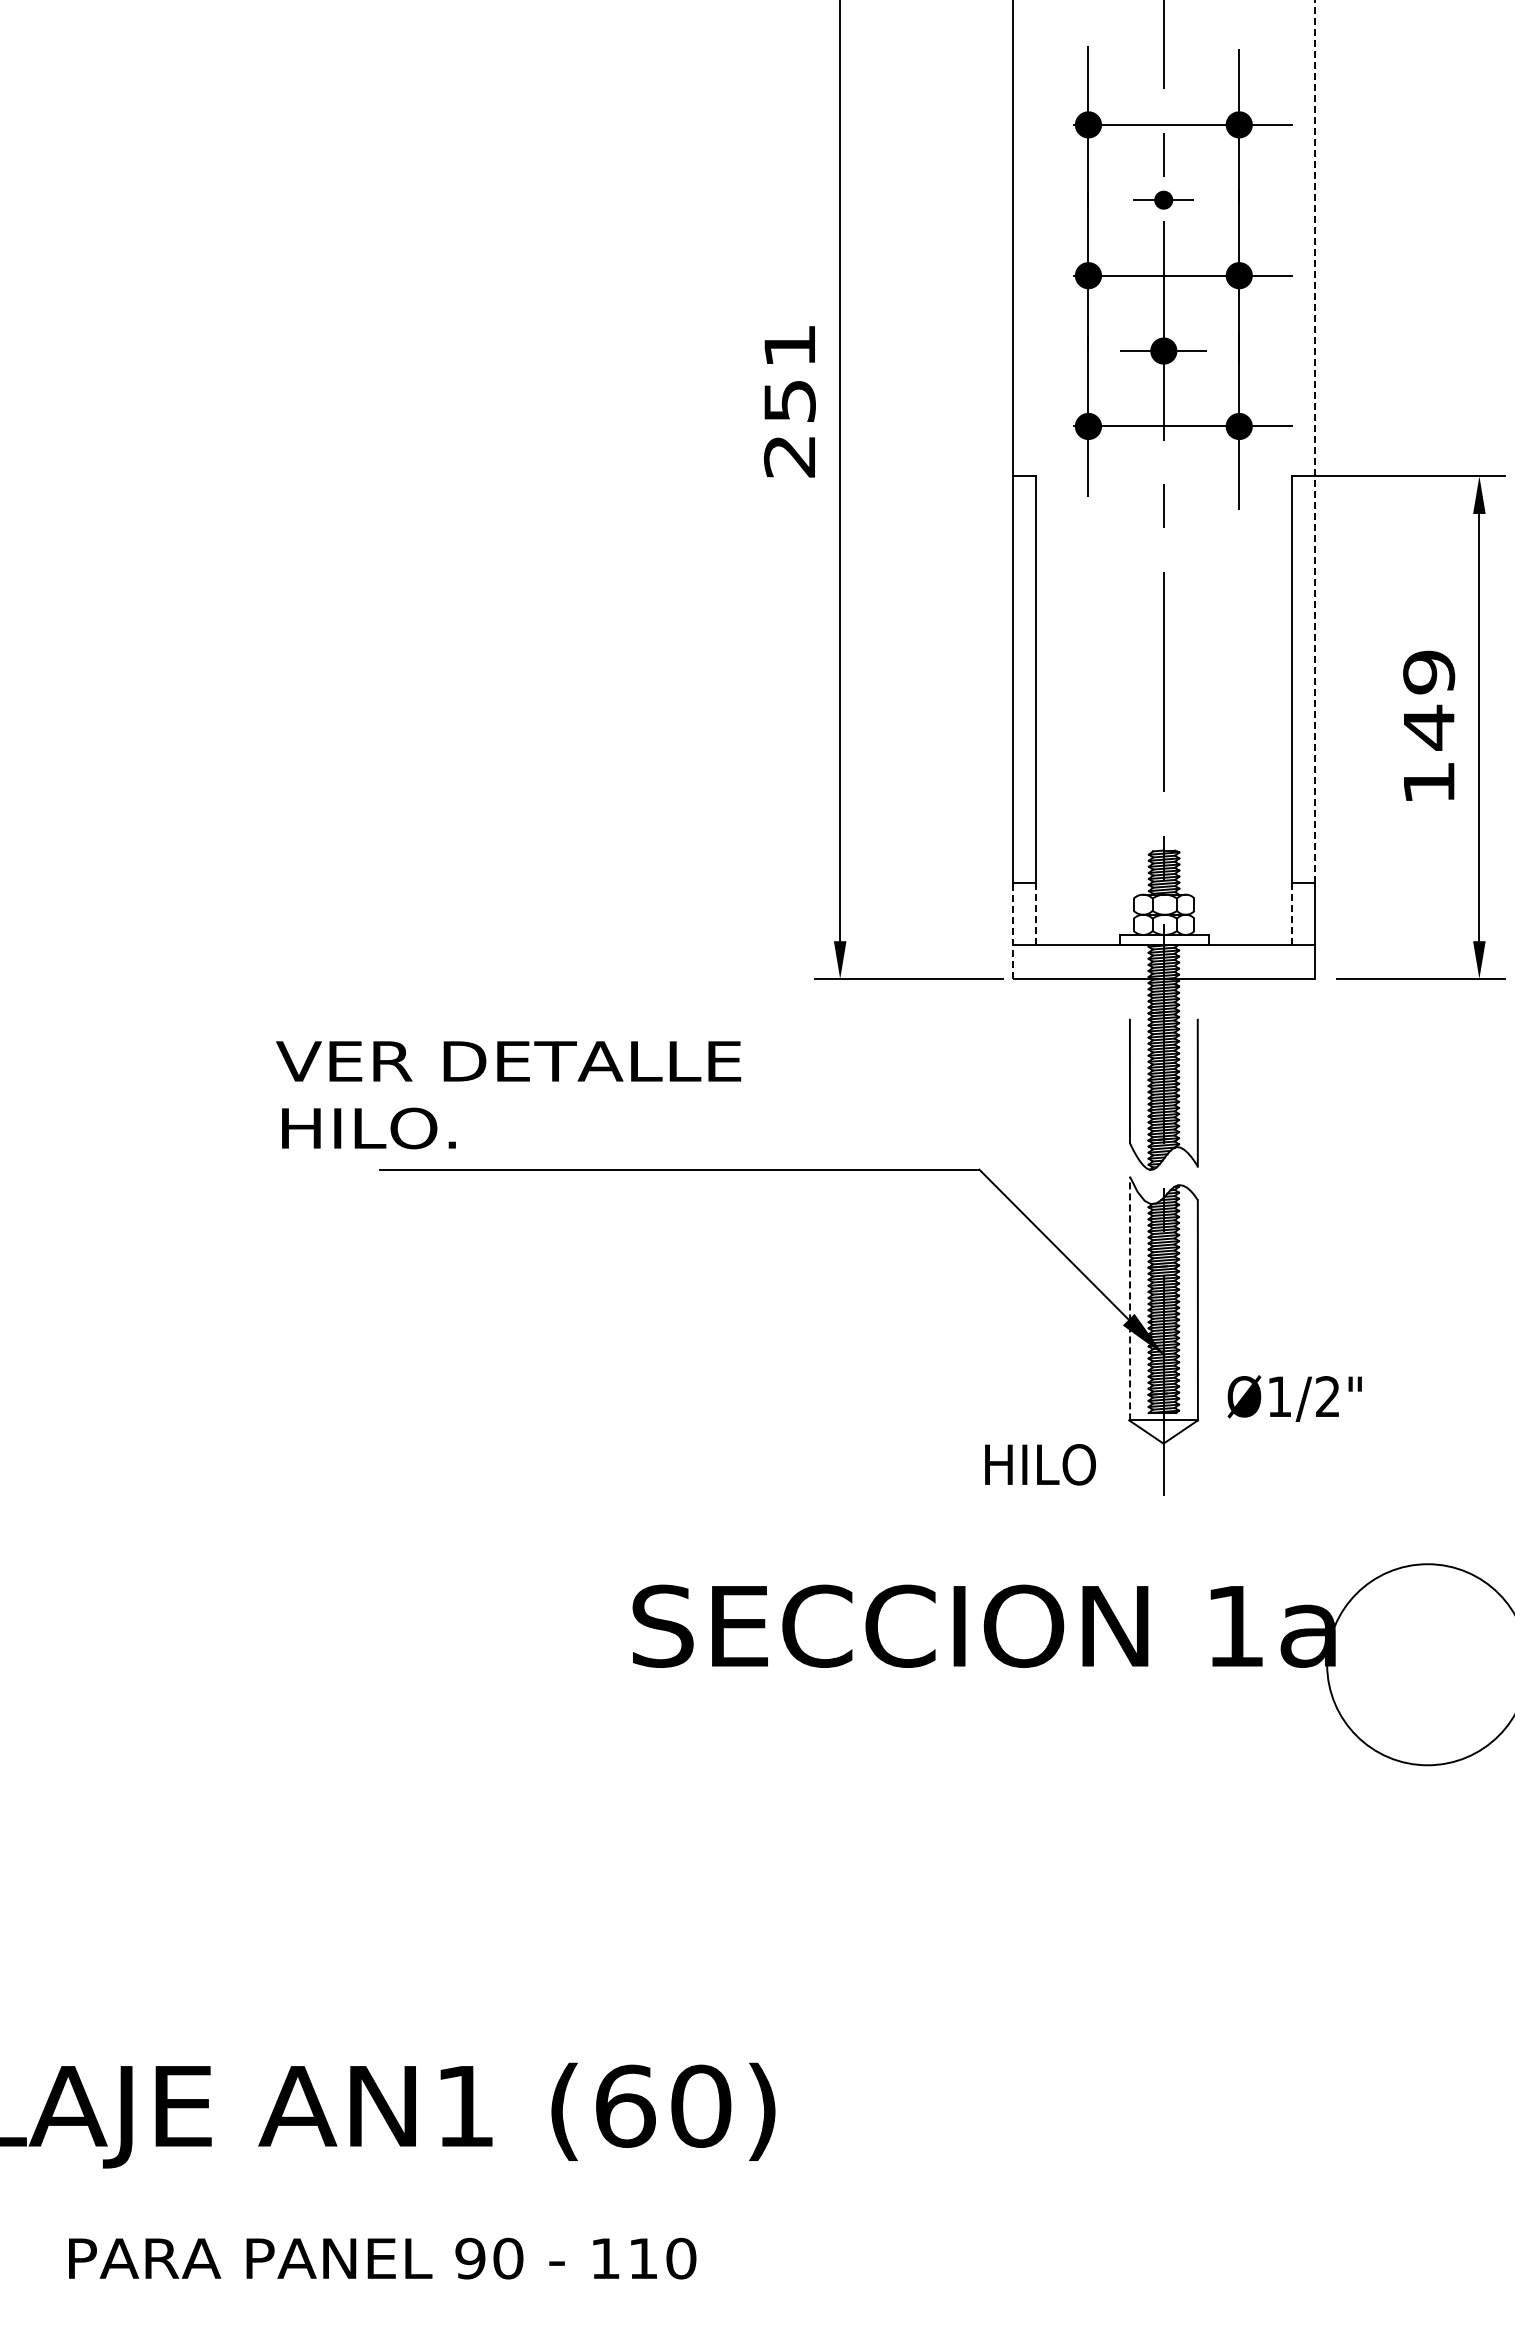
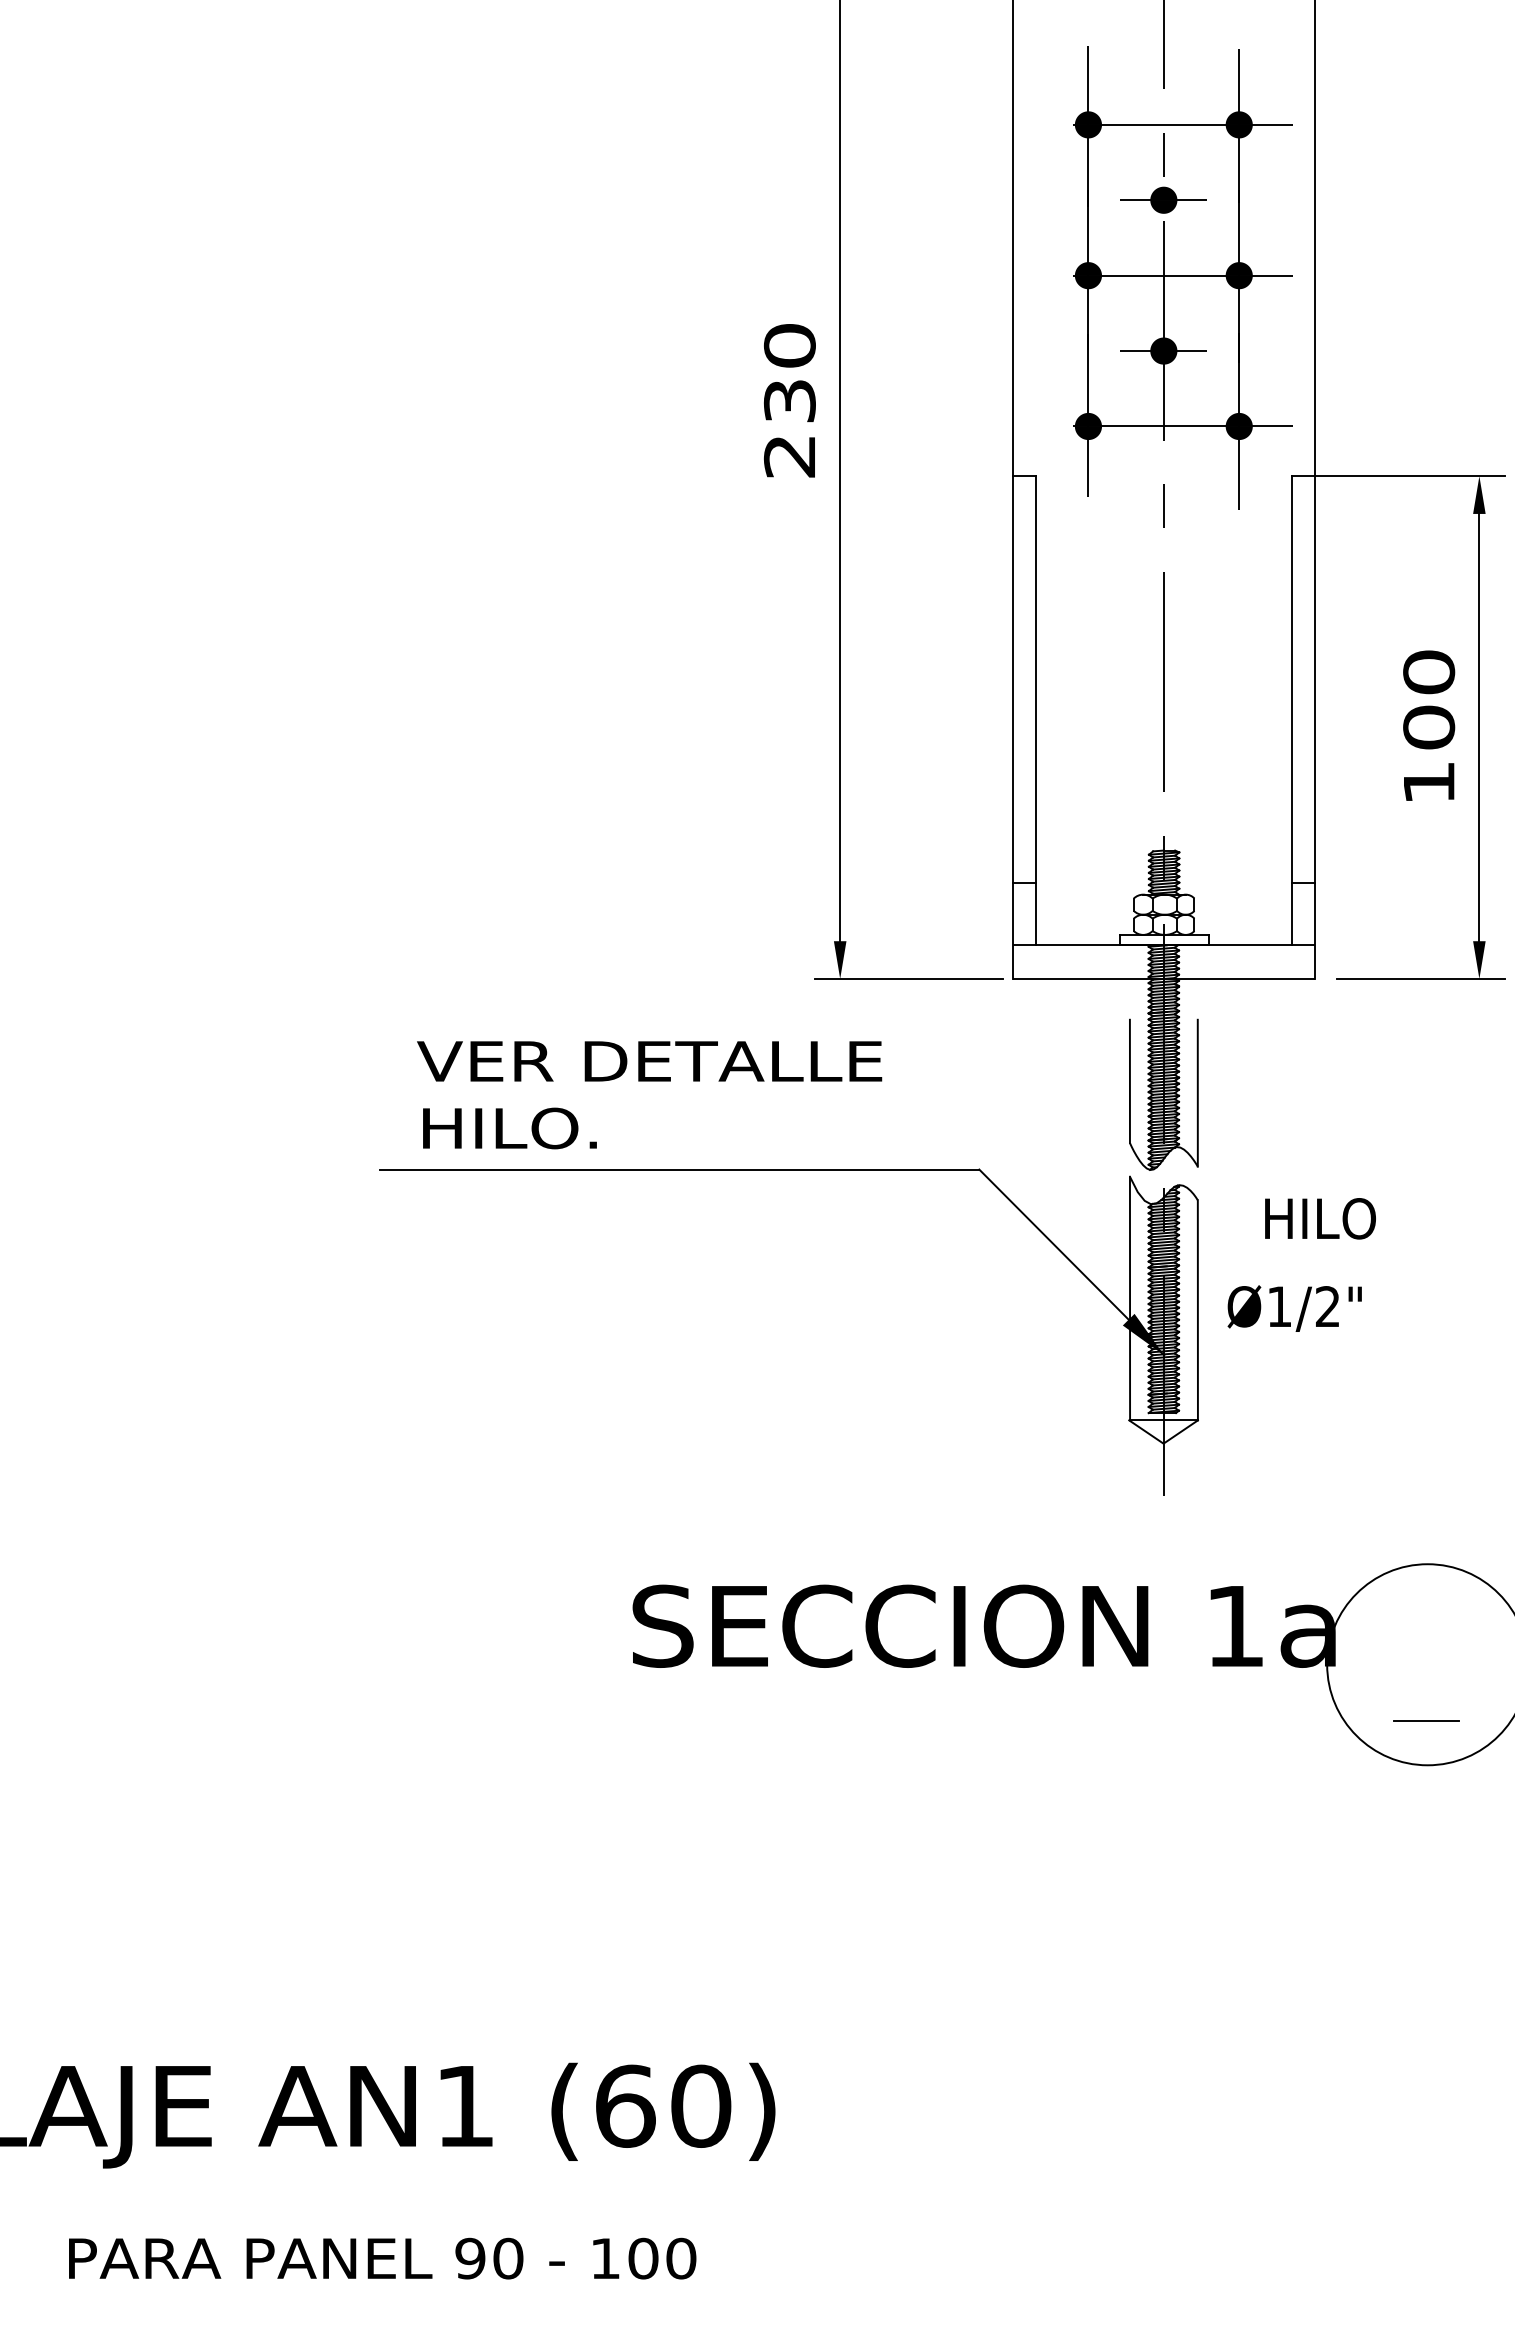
part at (1163, 199) size: 61x20 px -> 87x28 px
text at (789, 372): 251 -> 230
line at (1314, 441): dashed -> solid
text at (1429, 700): 149 -> 100
line at (1035, 914): dashed -> solid
line at (1292, 914): dashed -> solid
line at (1013, 931): dashed -> solid
text at (508, 1095) position: (508, 1095) -> (649, 1095)
line at (1130, 1298): dashed -> solid
text at (1294, 1398) position: (1294, 1398) -> (1294, 1308)
text at (1040, 1464) position: (1040, 1464) -> (1320, 1218)
line at (1425, 1721): none -> present
text at (643, 2258): 110 -> 100
